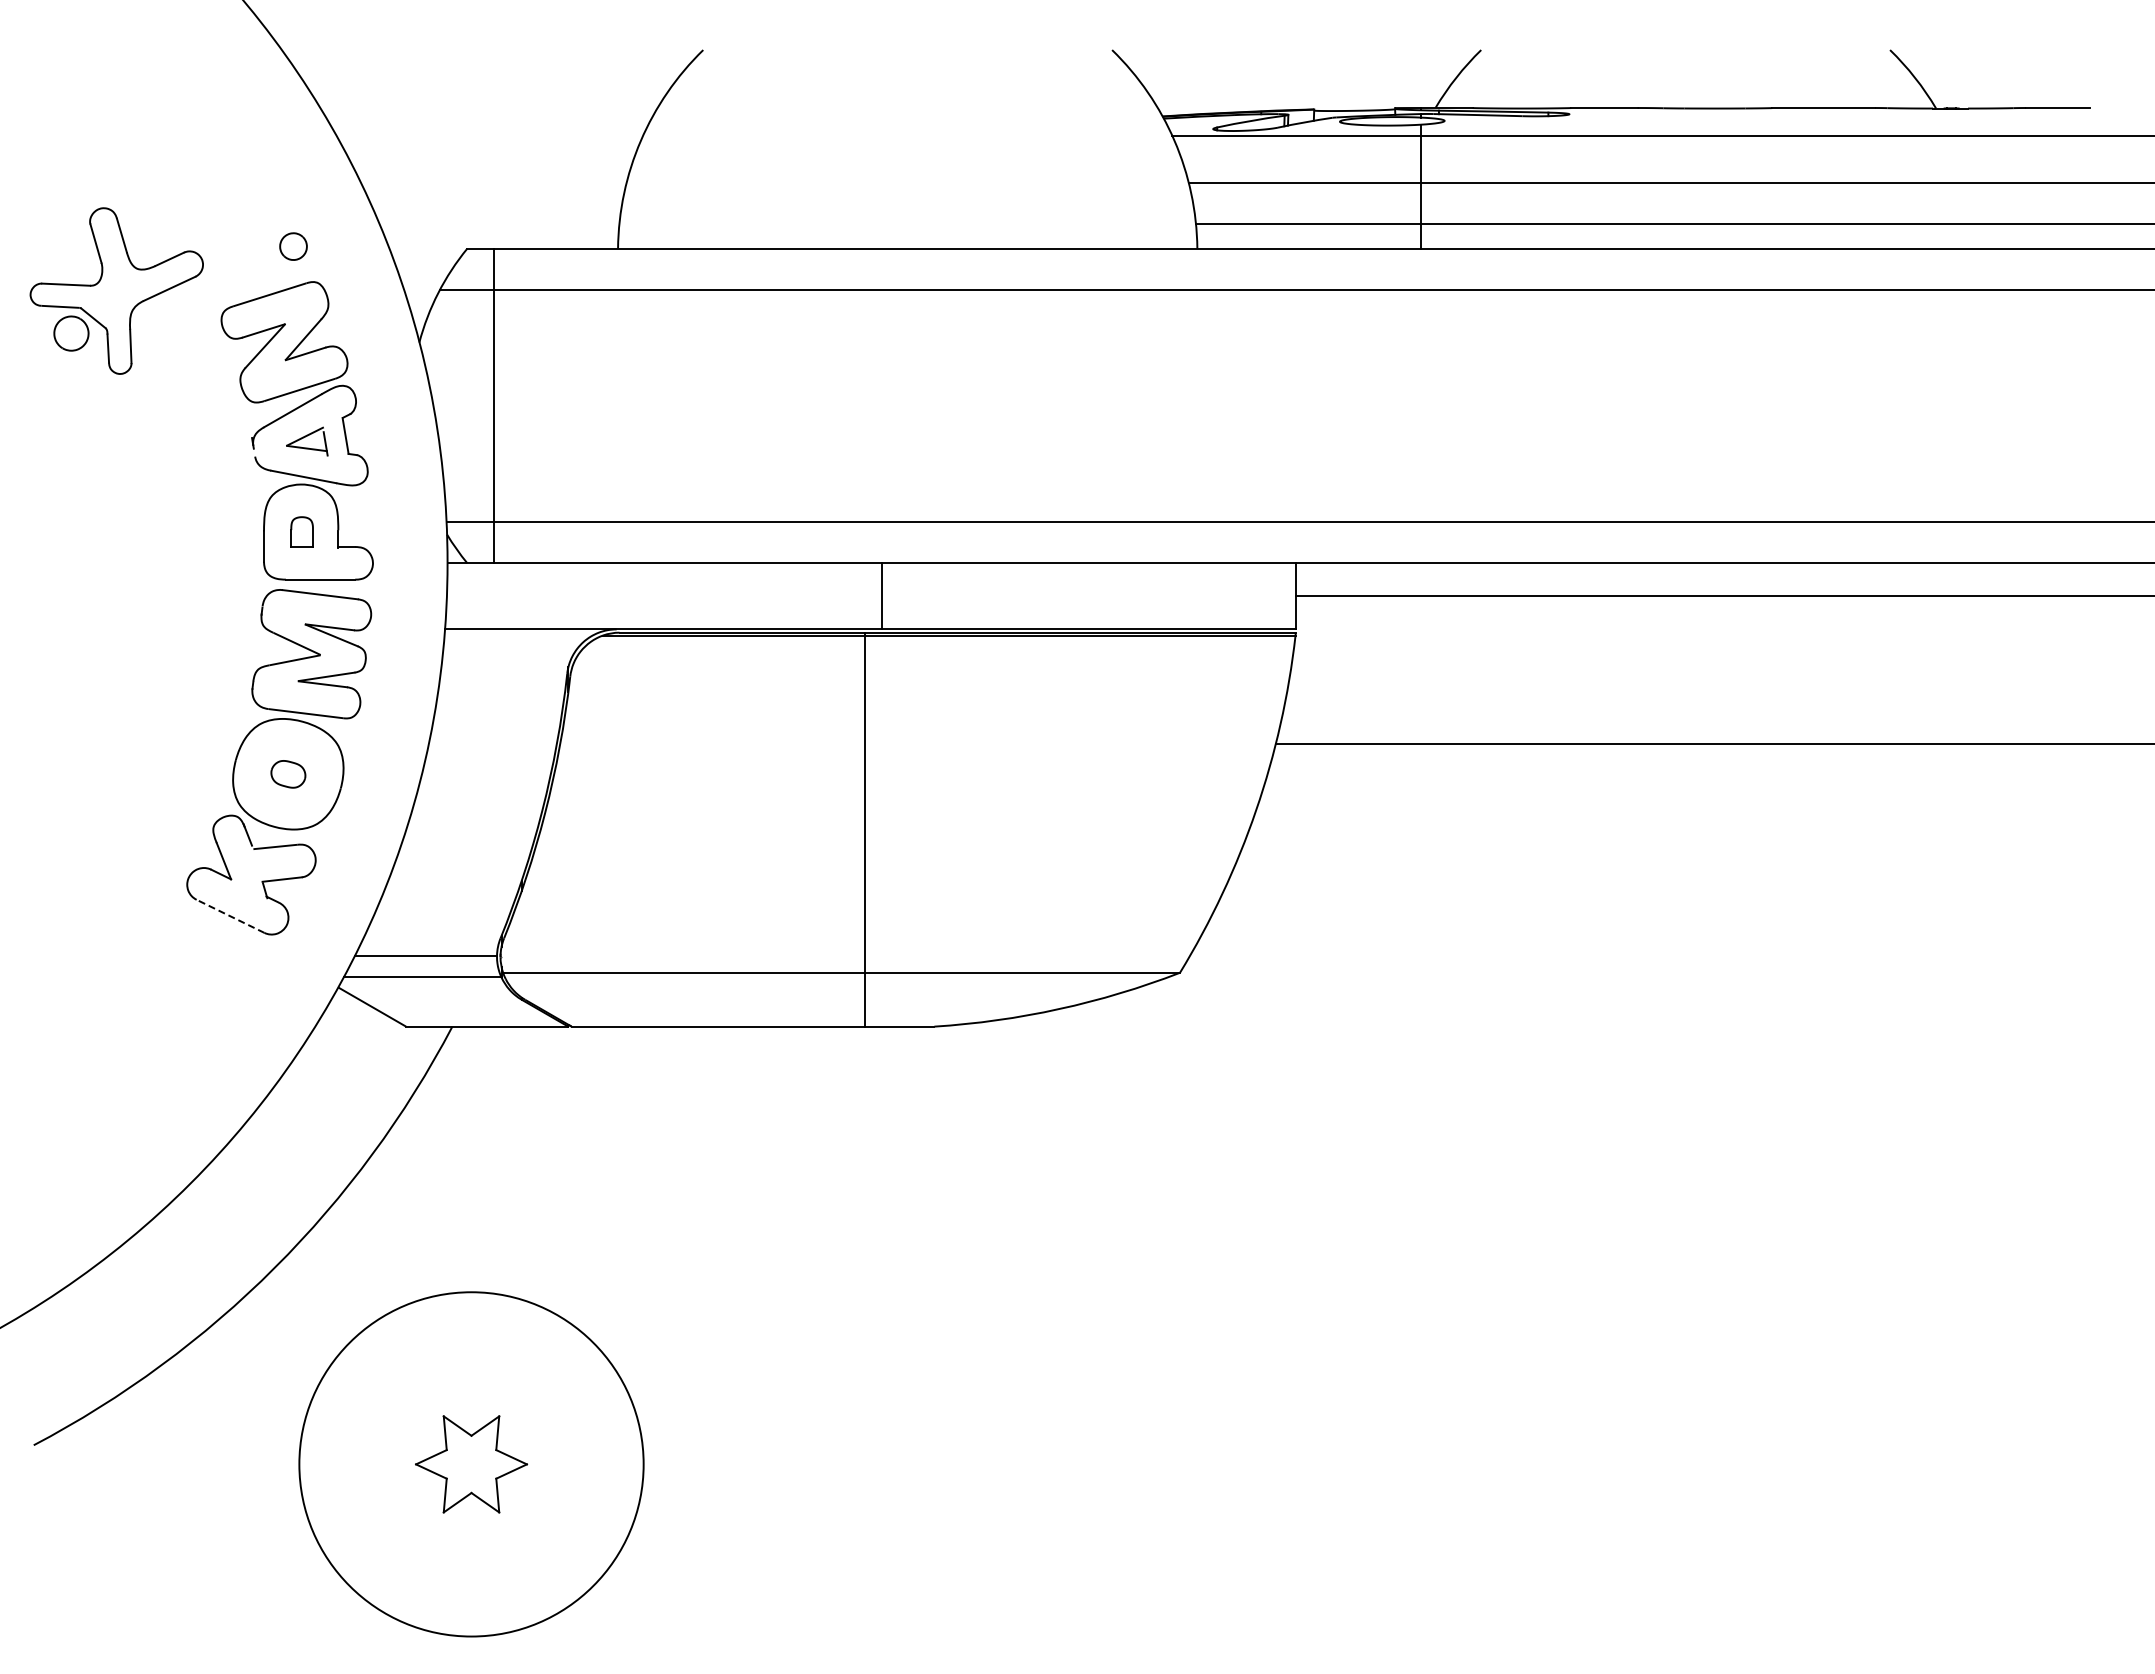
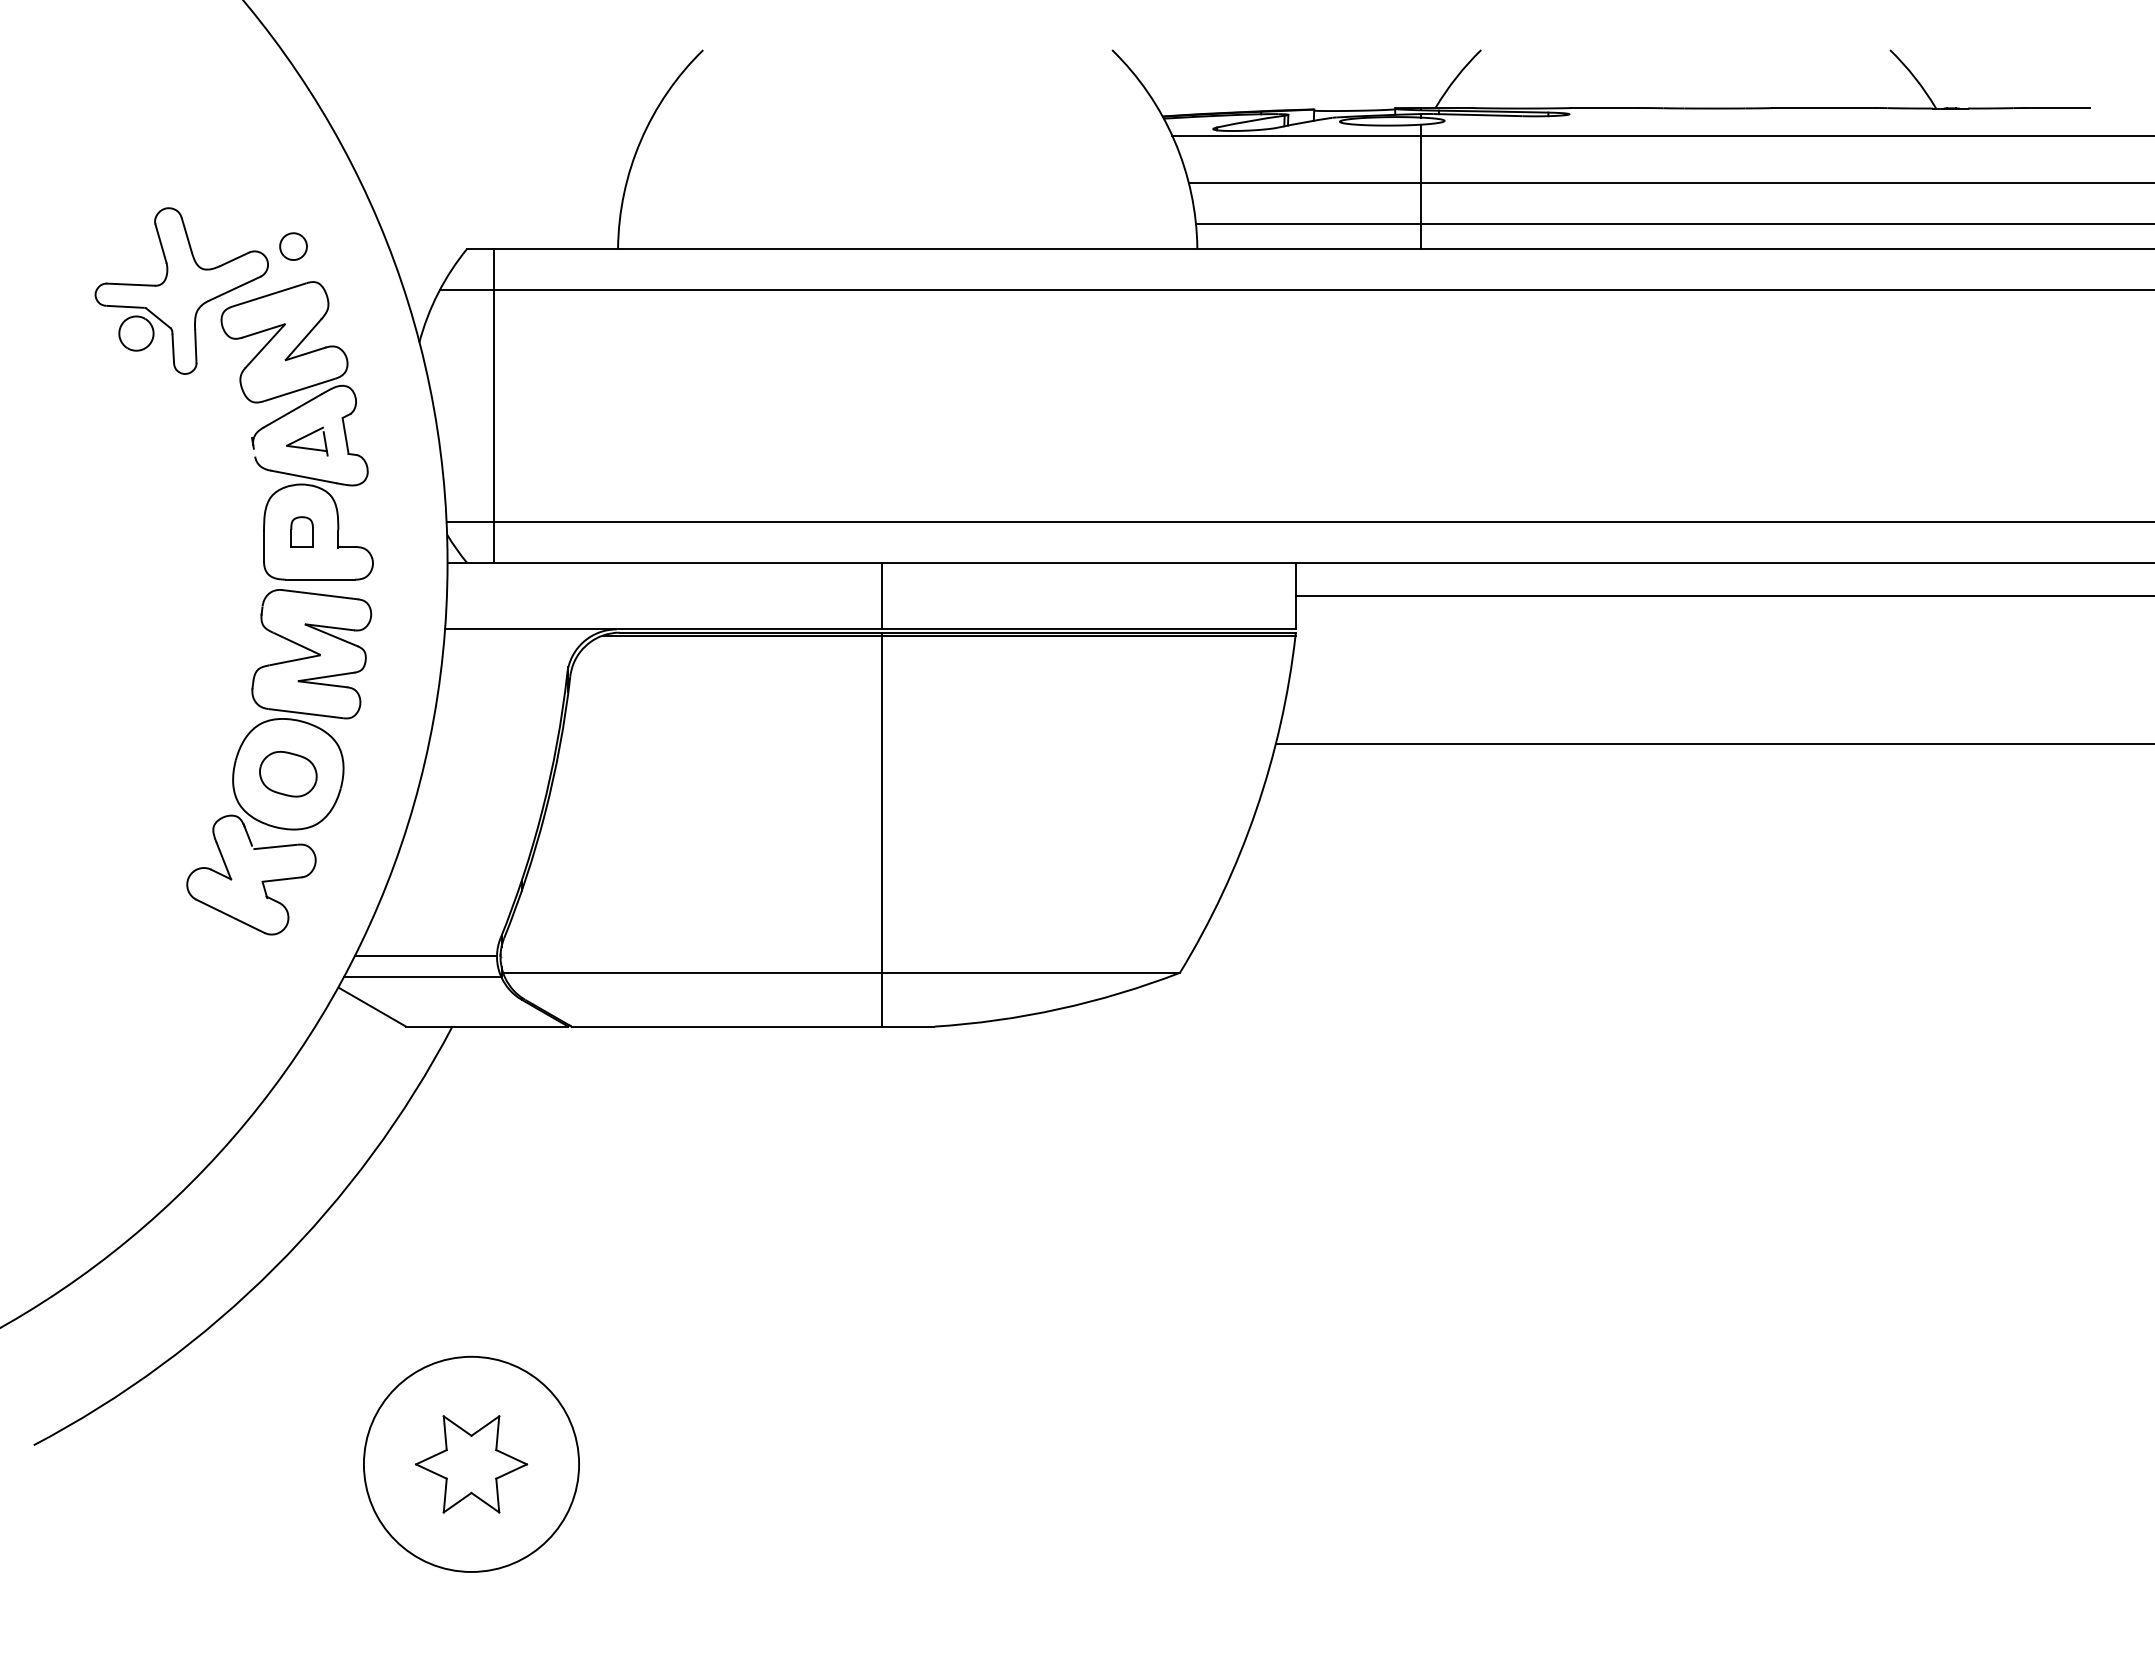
part at (116, 290) position: (116, 290) -> (181, 290)
part at (288, 774) size: 37x29 px -> 59x47 px
line at (865, 829) position: (865, 829) -> (882, 829)
line at (230, 916): dashed -> solid
circle at (471, 1464) diameter: 344 px -> 215 px
